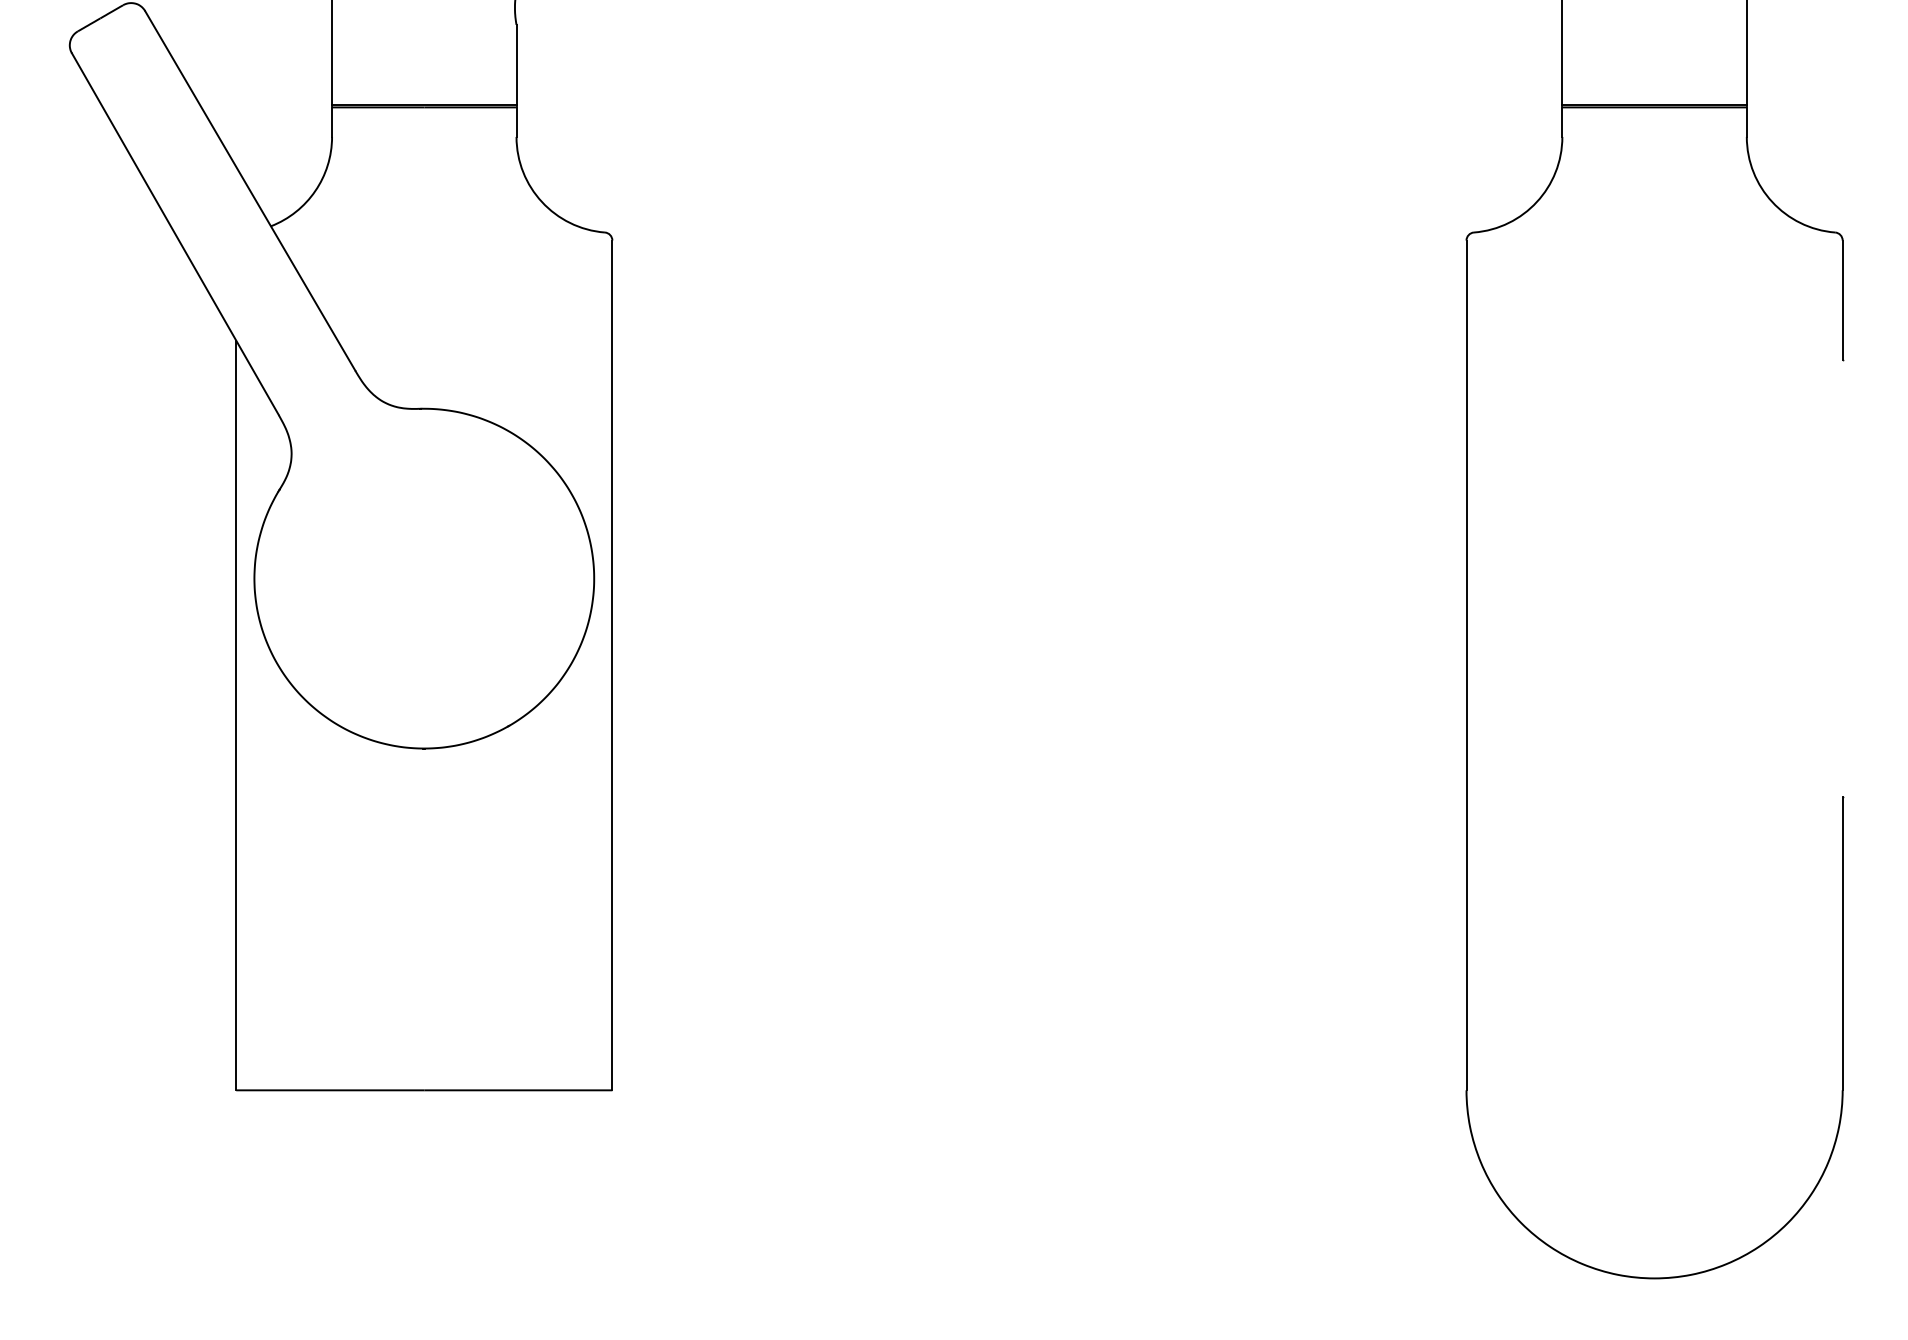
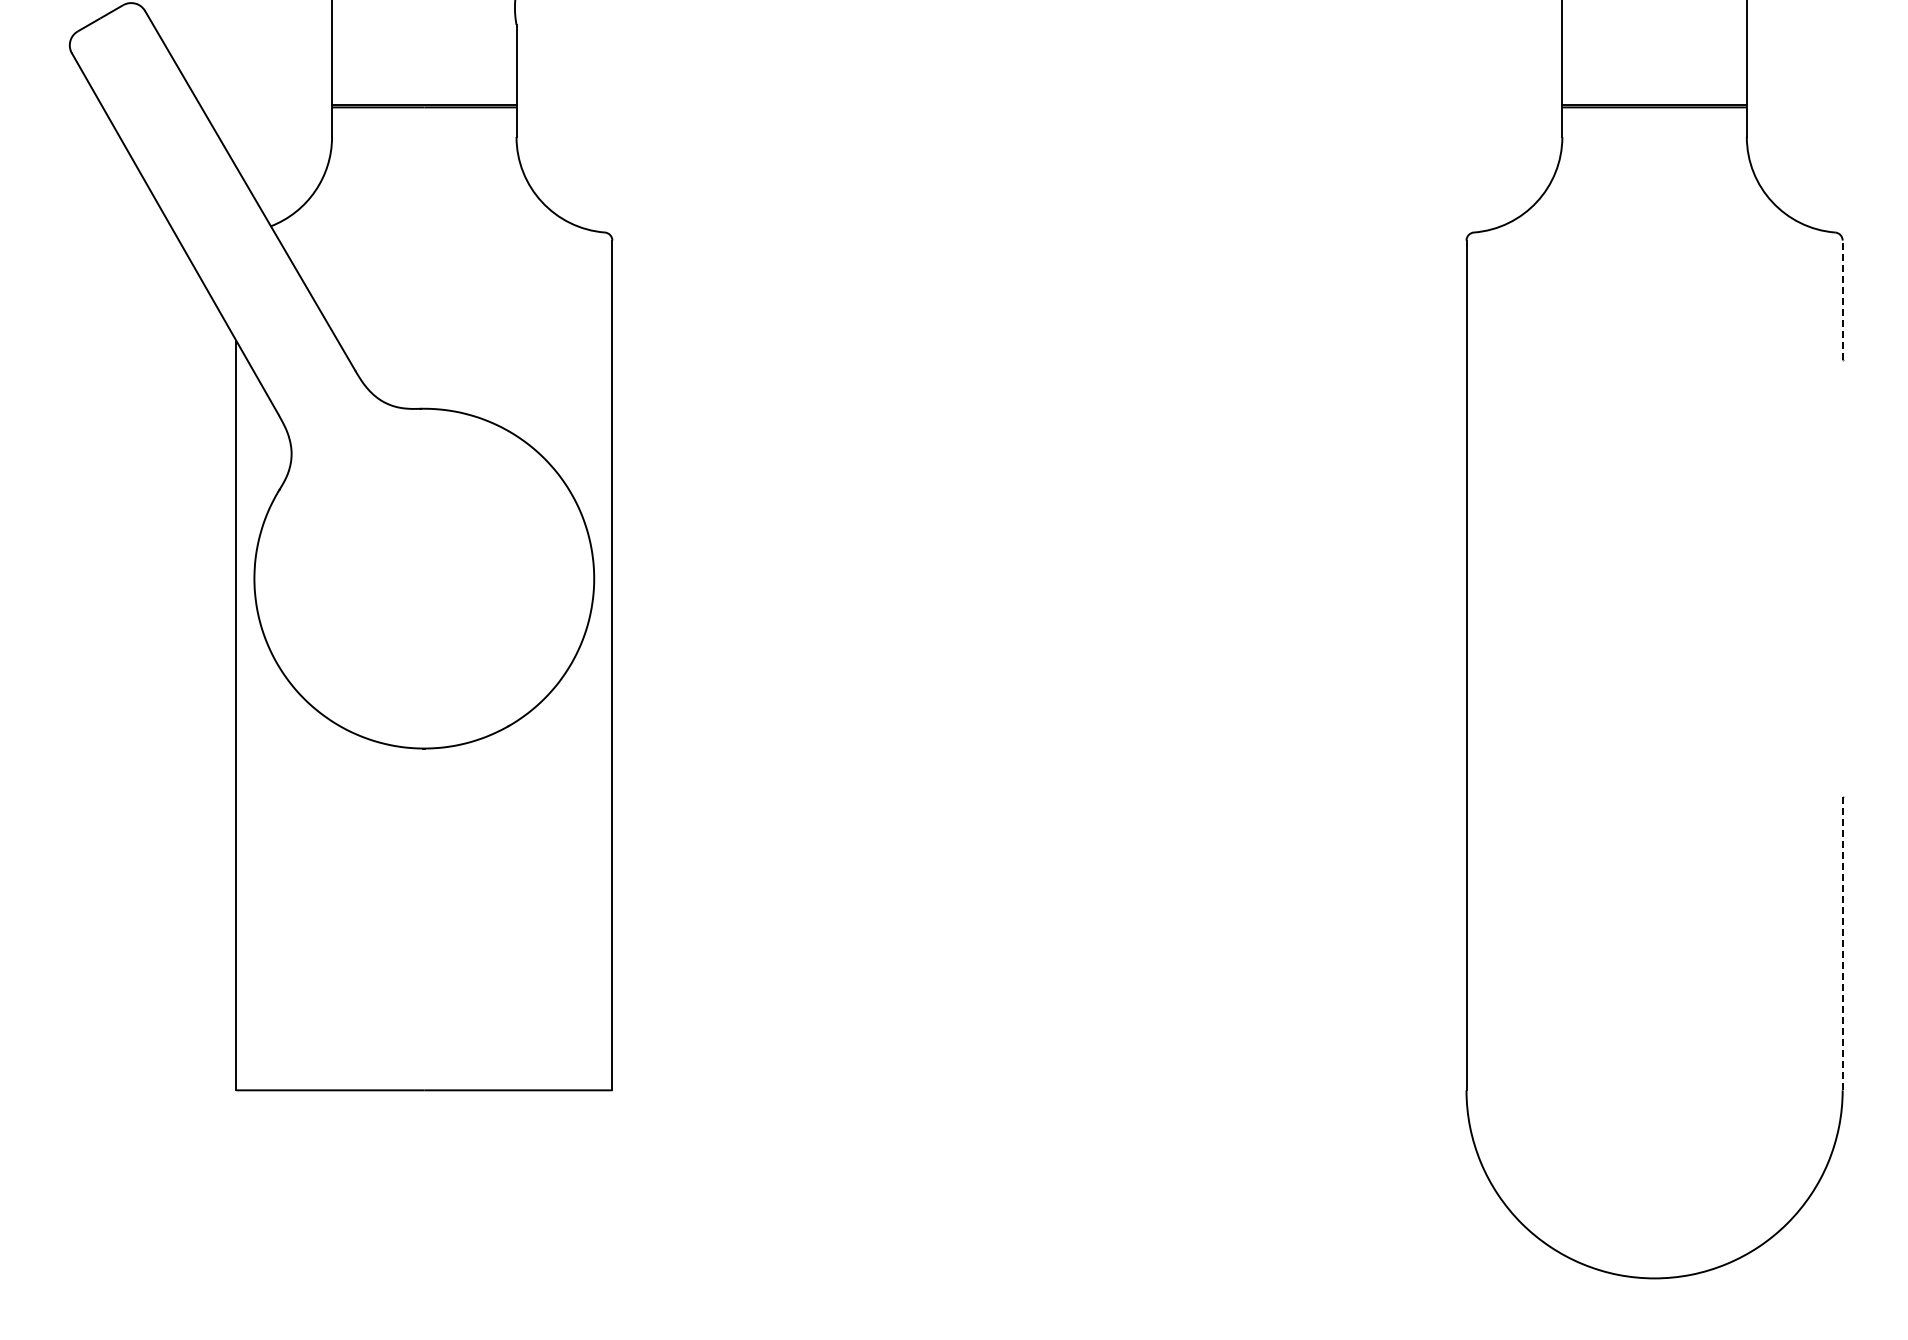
line at (1842, 300): solid -> dashed
line at (1842, 943): solid -> dashed
